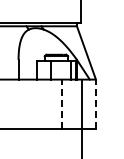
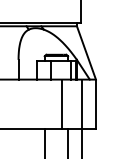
line at (61, 104): dashed -> solid
line at (95, 104): dashed -> solid
line at (44, 142): none -> present
line at (68, 142): none -> present
